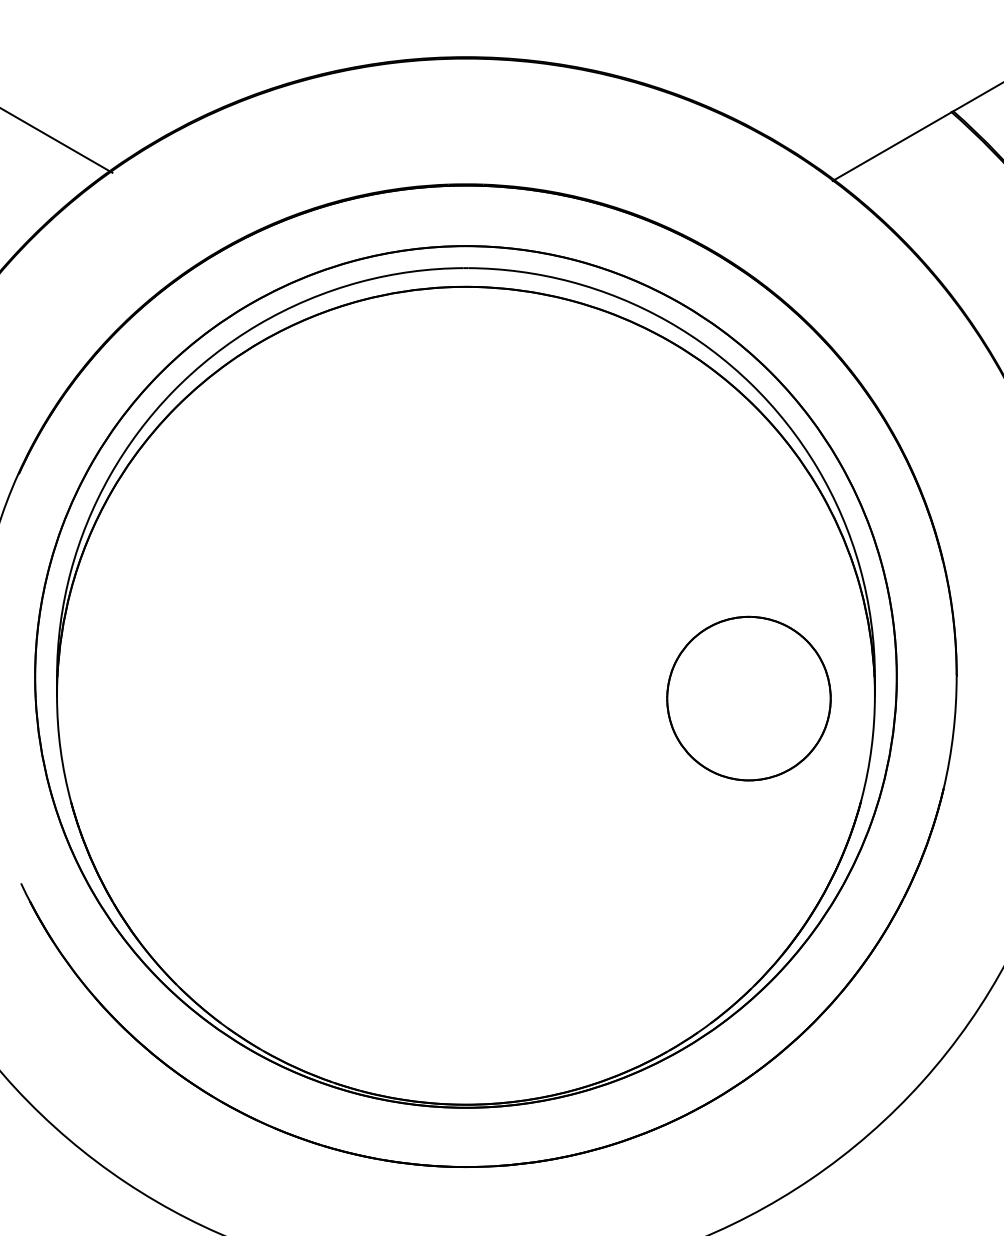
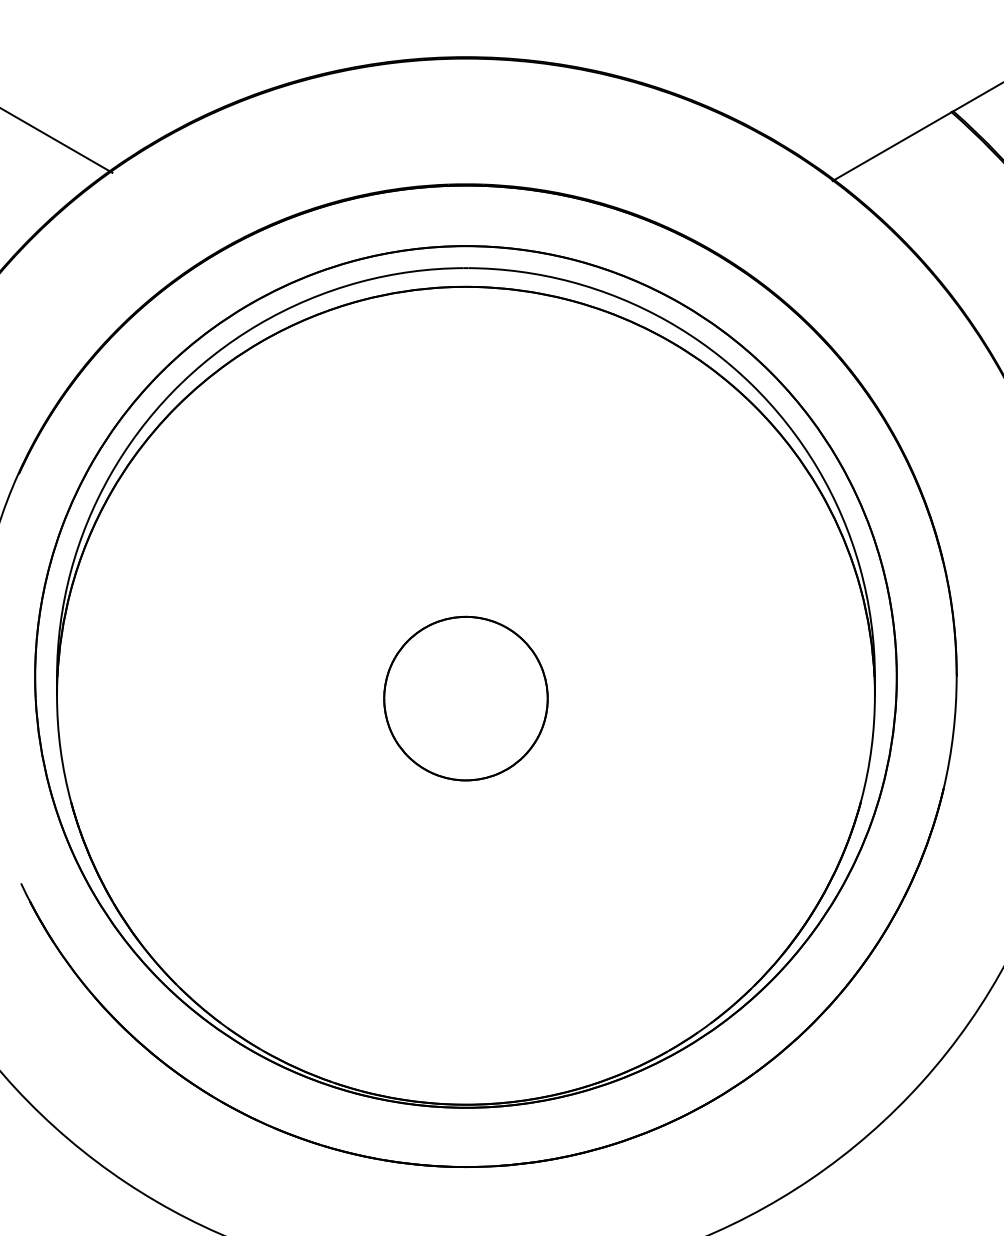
part at (748, 698) position: (748, 698) -> (465, 698)
